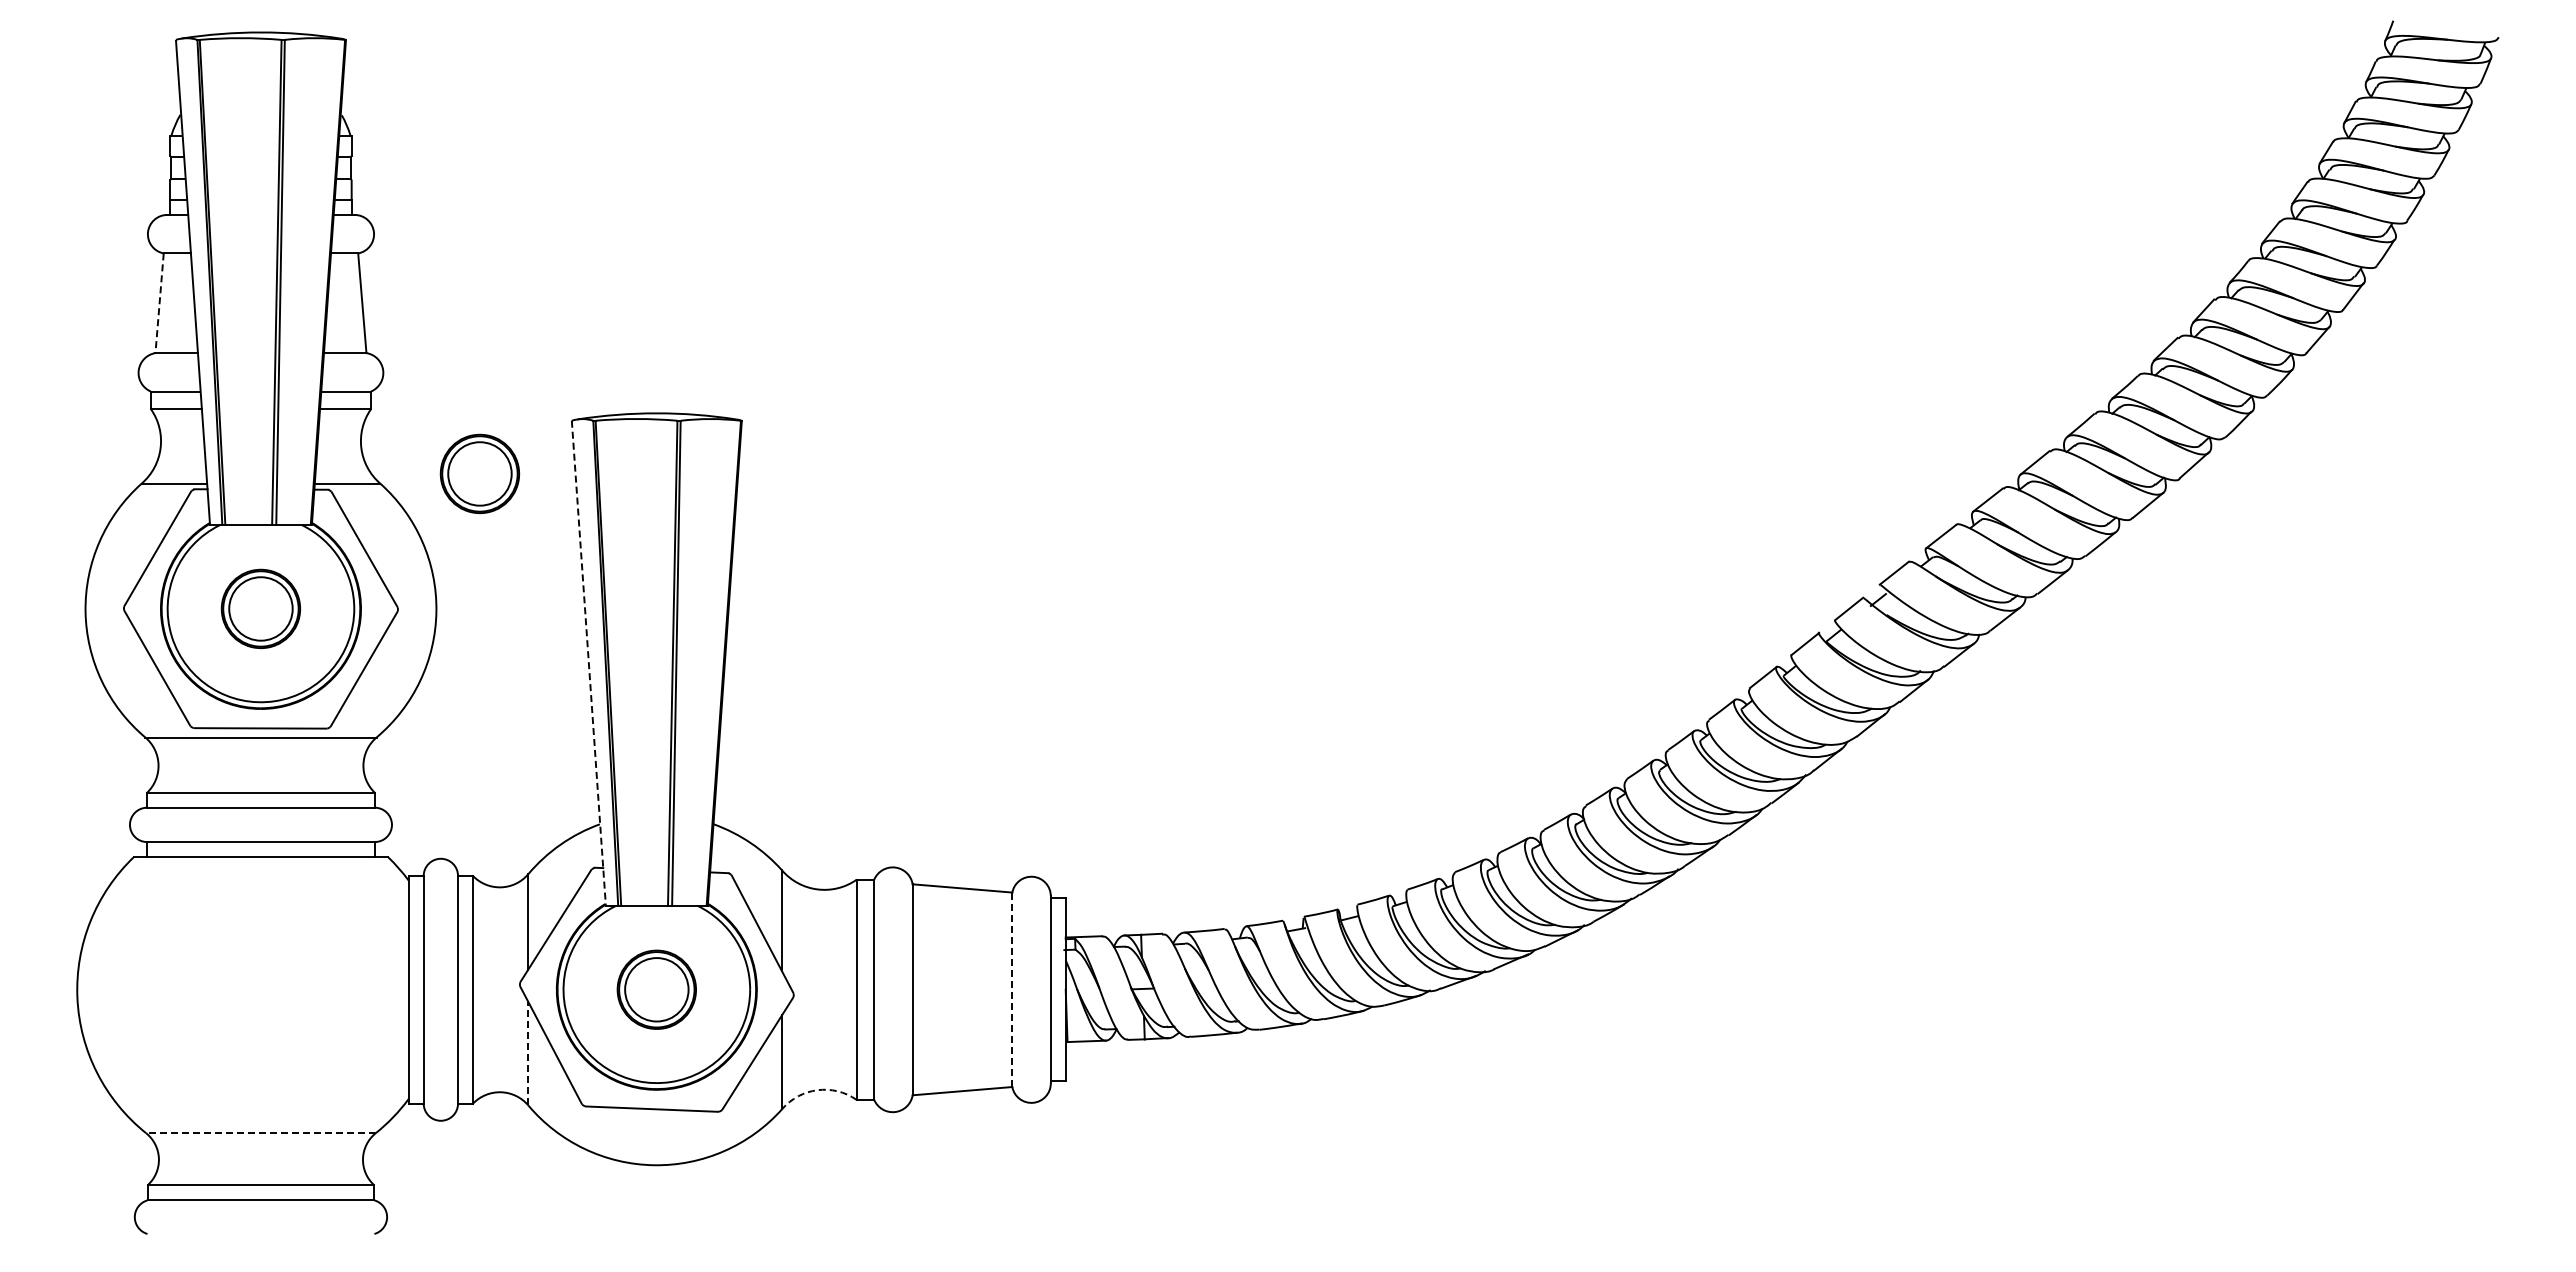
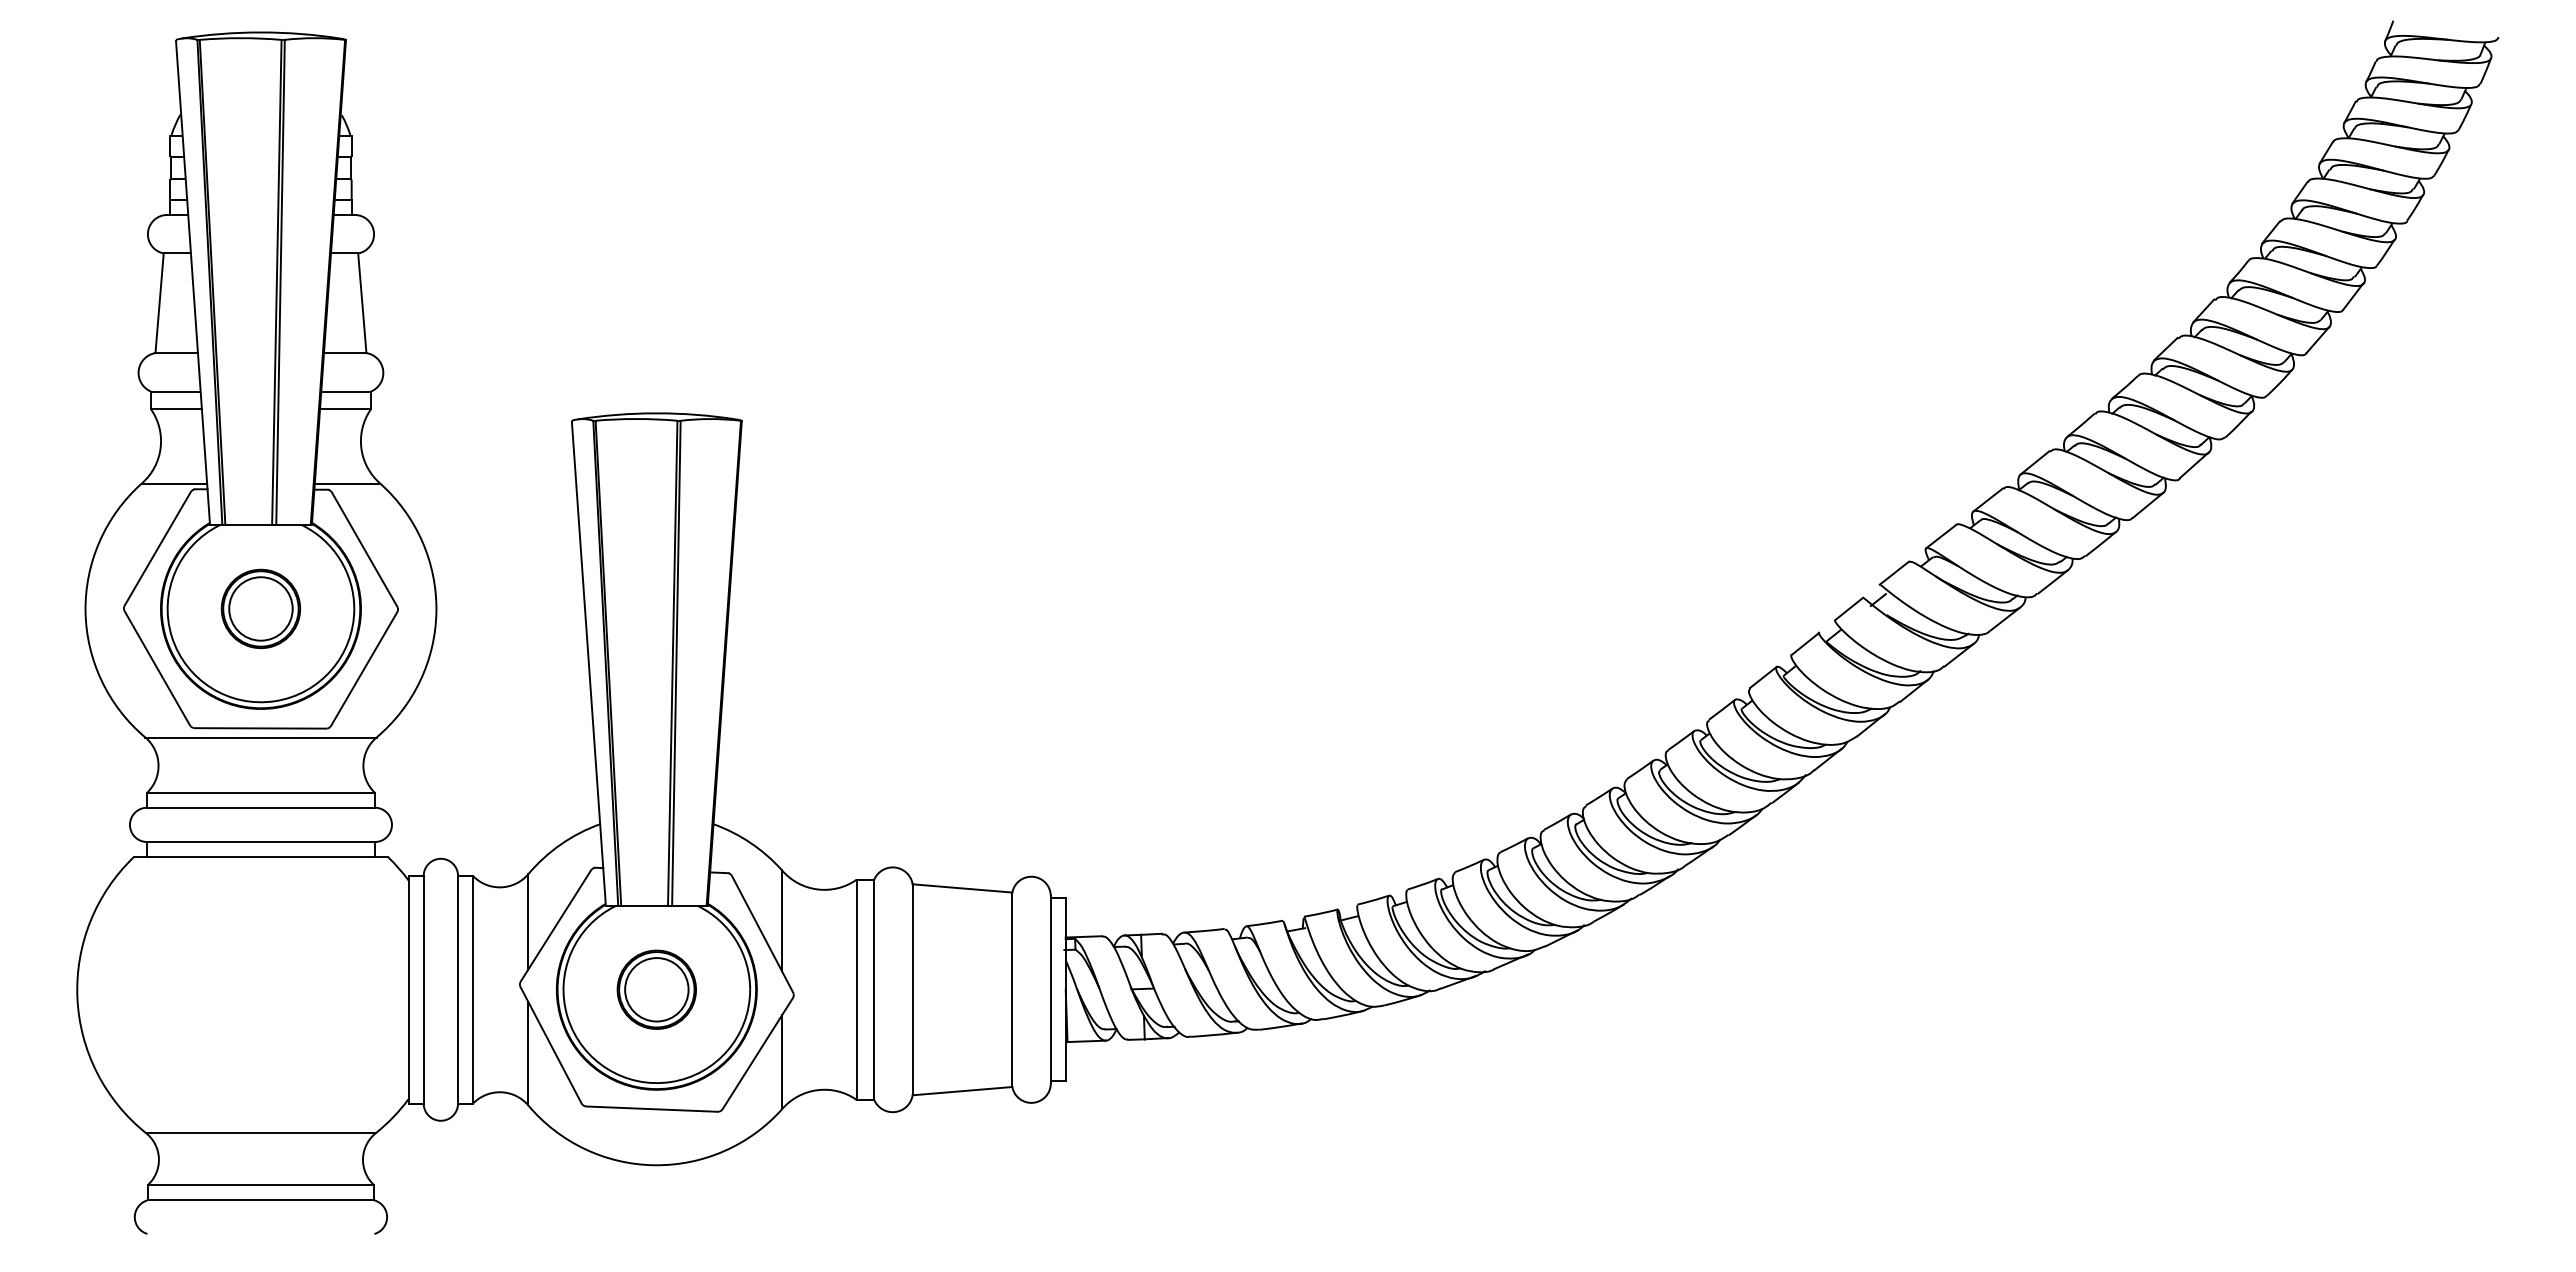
line at (159, 303): dashed -> solid
part at (479, 473): present -> none
line at (588, 662): dashed -> solid
line at (1012, 989): dashed -> solid
line at (528, 1053): dashed -> solid
arc at (817, 1090): dashed -> solid
line at (260, 1133): dashed -> solid
